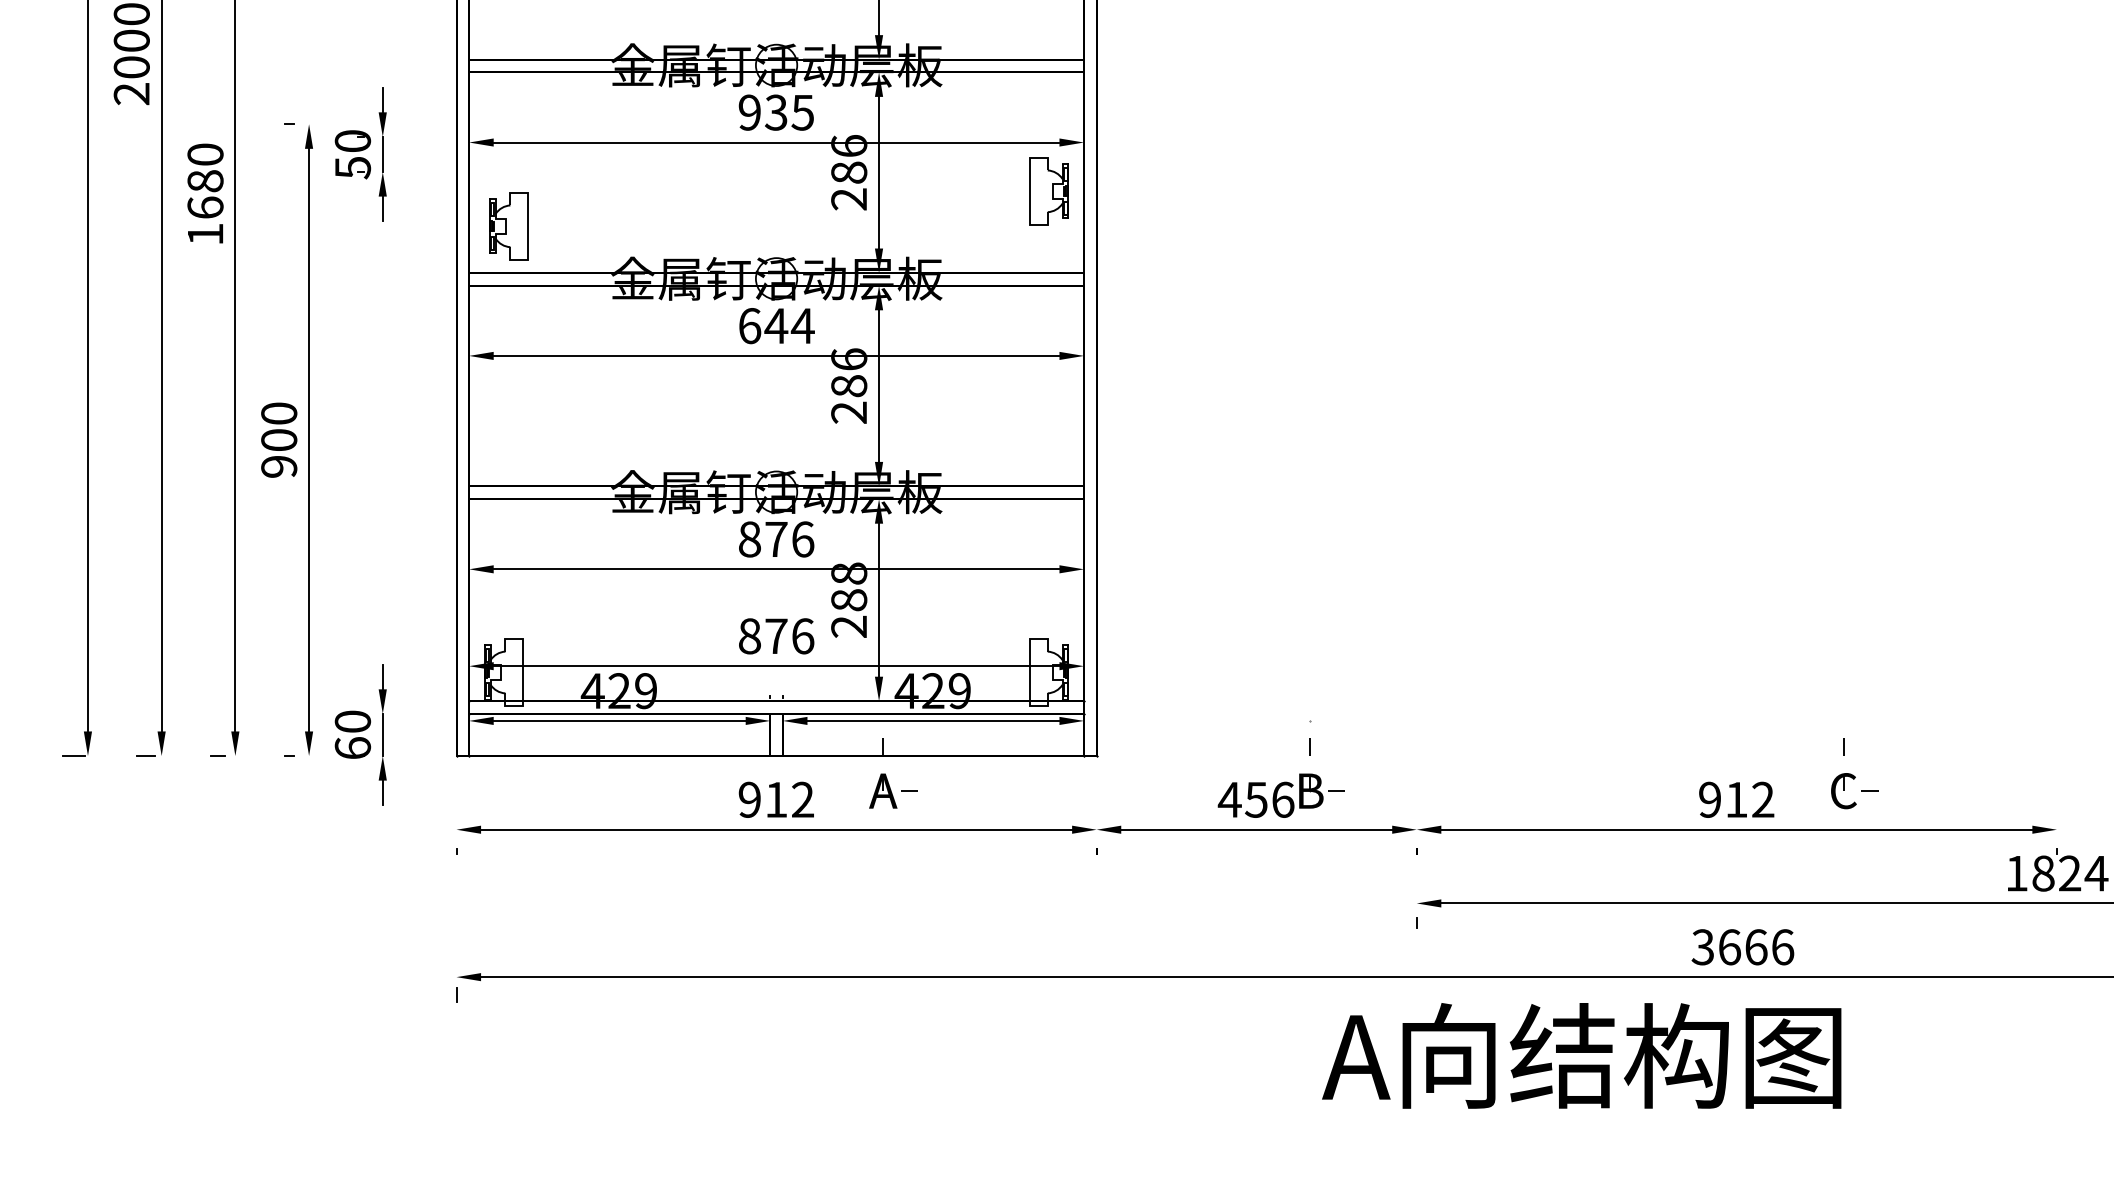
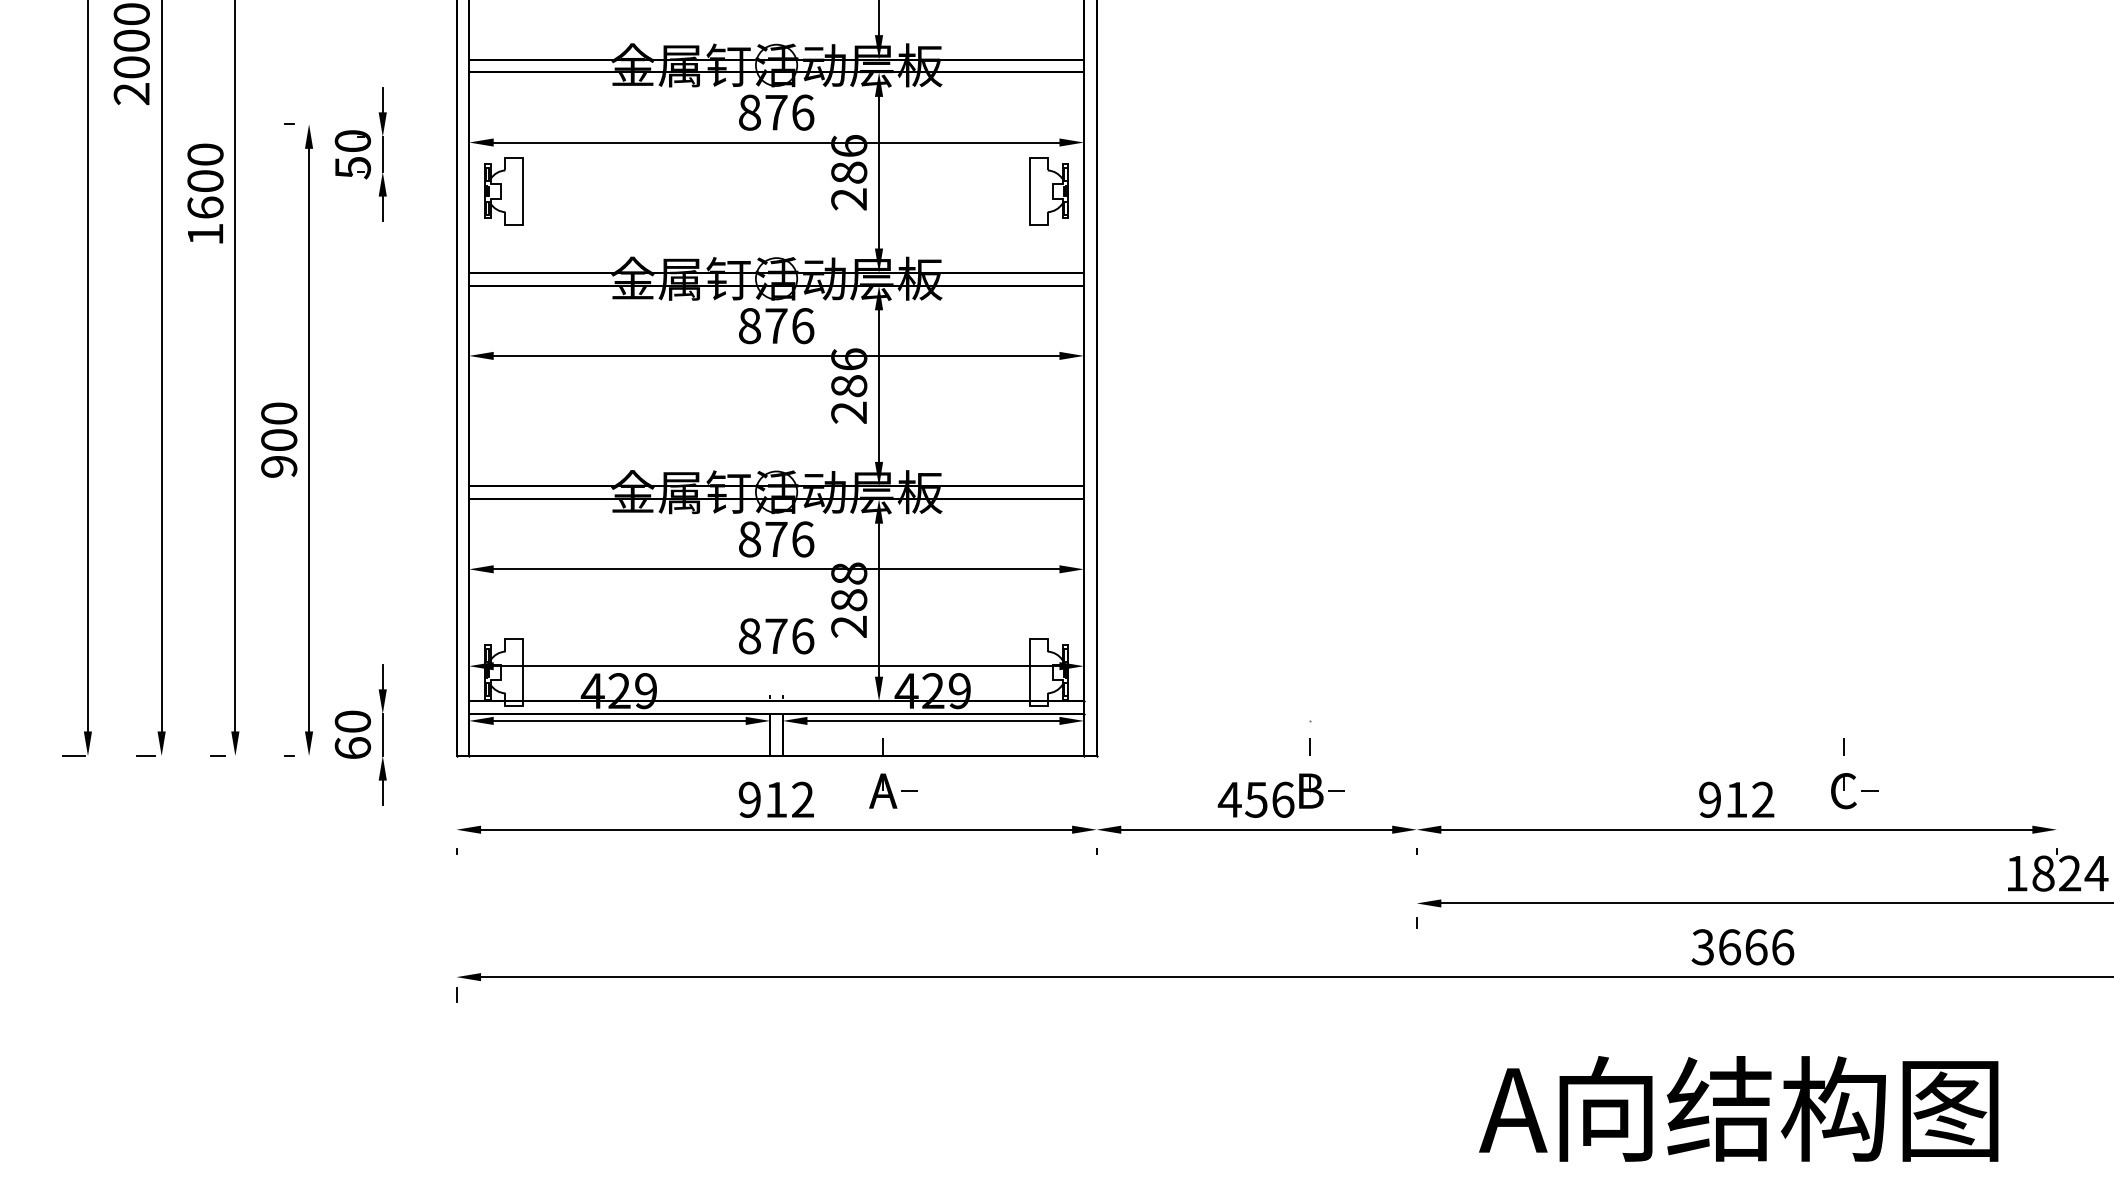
text at (776, 112): 935 -> 876
text at (205, 181): 1680 -> 1600
part at (508, 226) position: (508, 226) -> (503, 191)
text at (776, 326): 644 -> 876
text at (1581, 1055) position: (1581, 1055) -> (1738, 1108)
